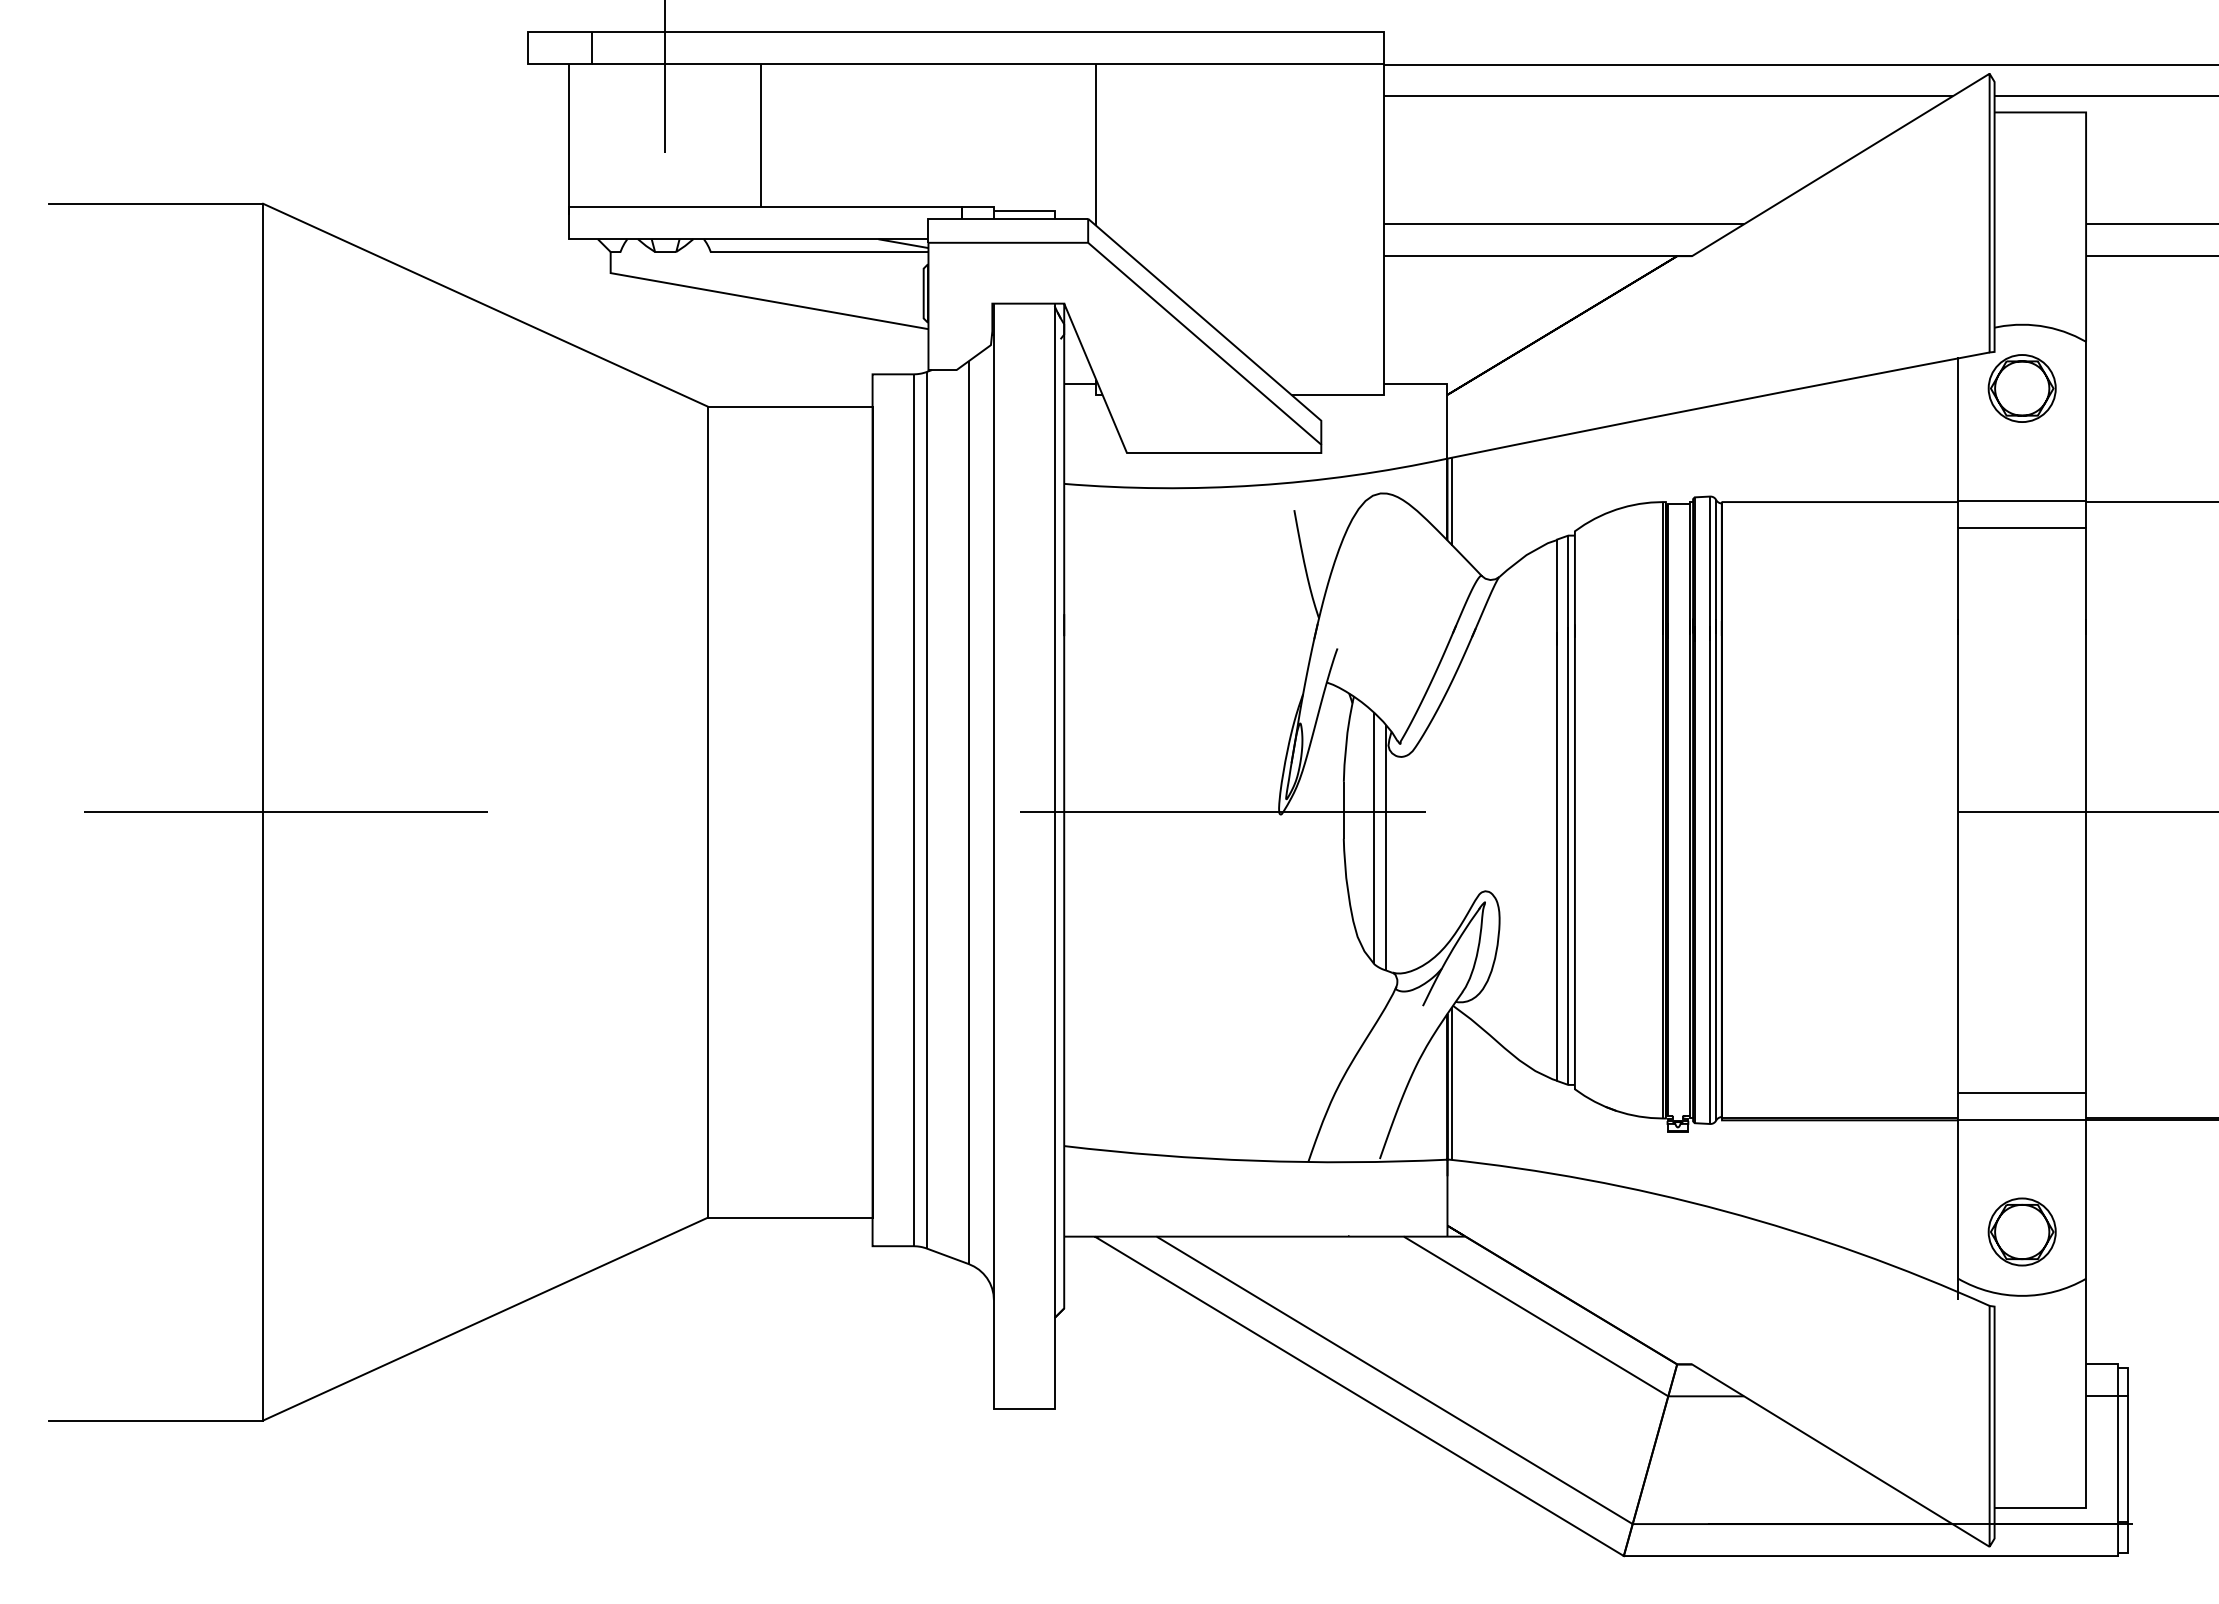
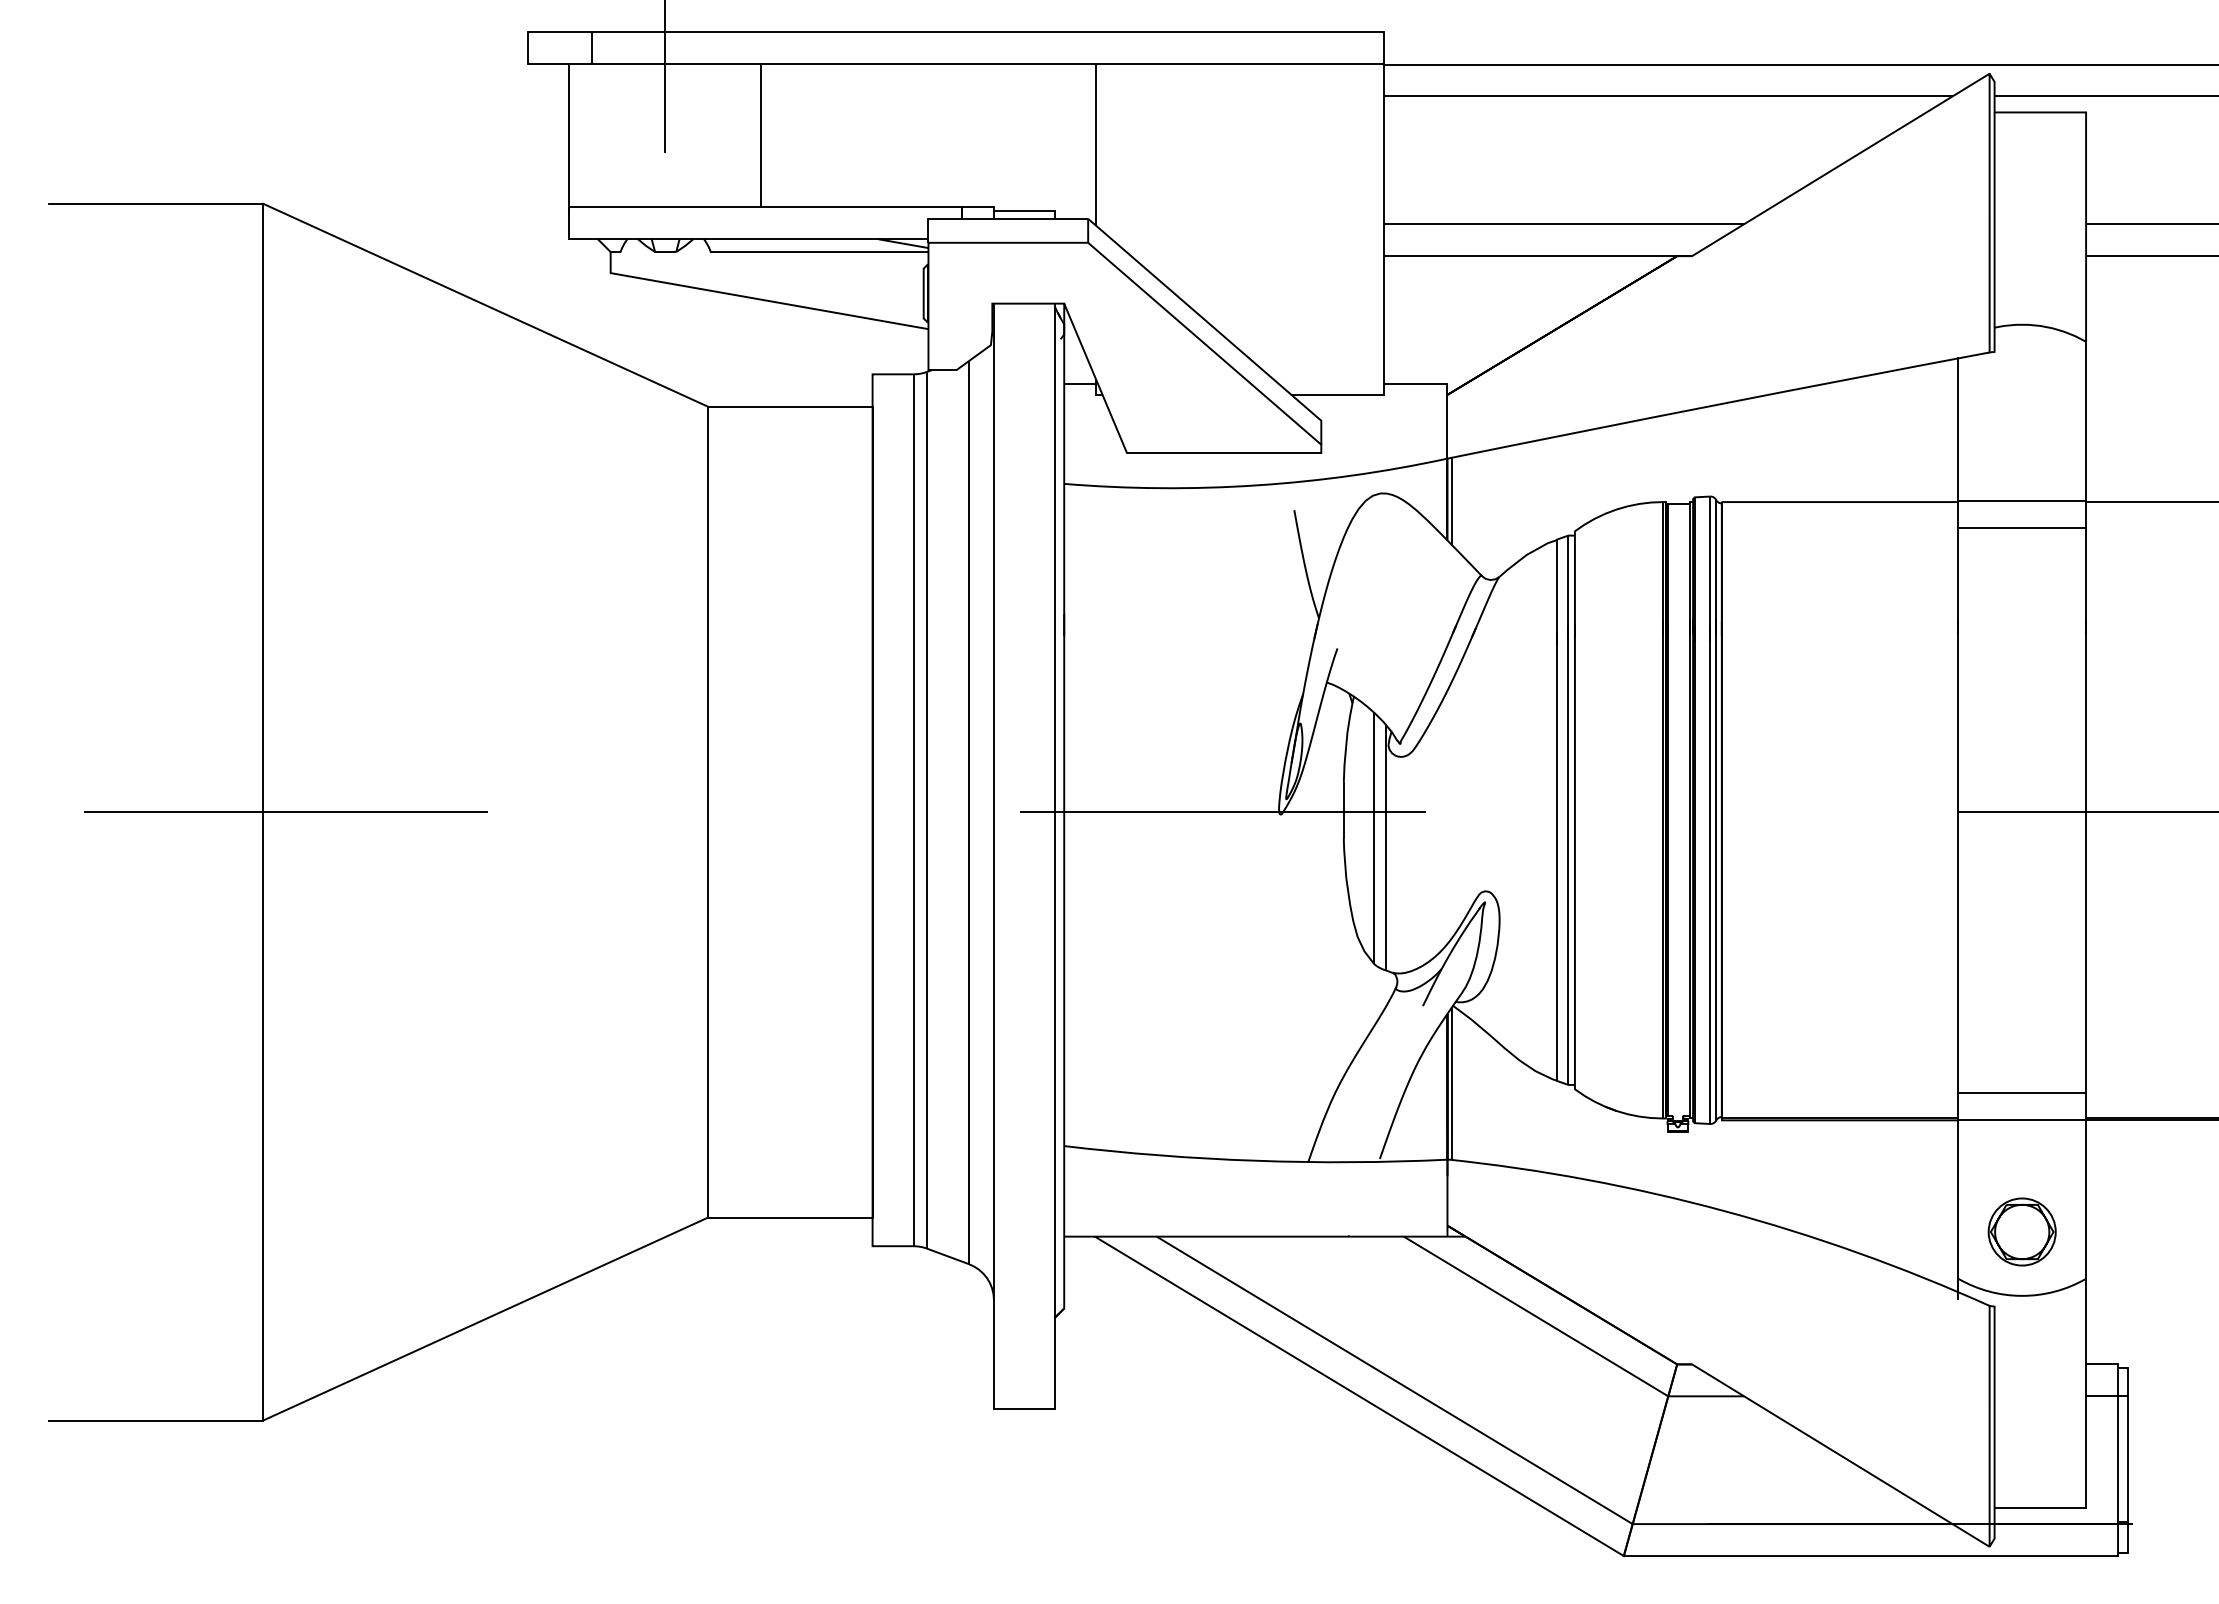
part at (2021, 388): present -> none
